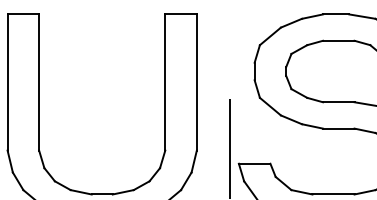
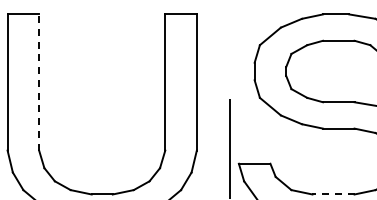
line at (39, 82): solid -> dashed
line at (333, 194): solid -> dashed
